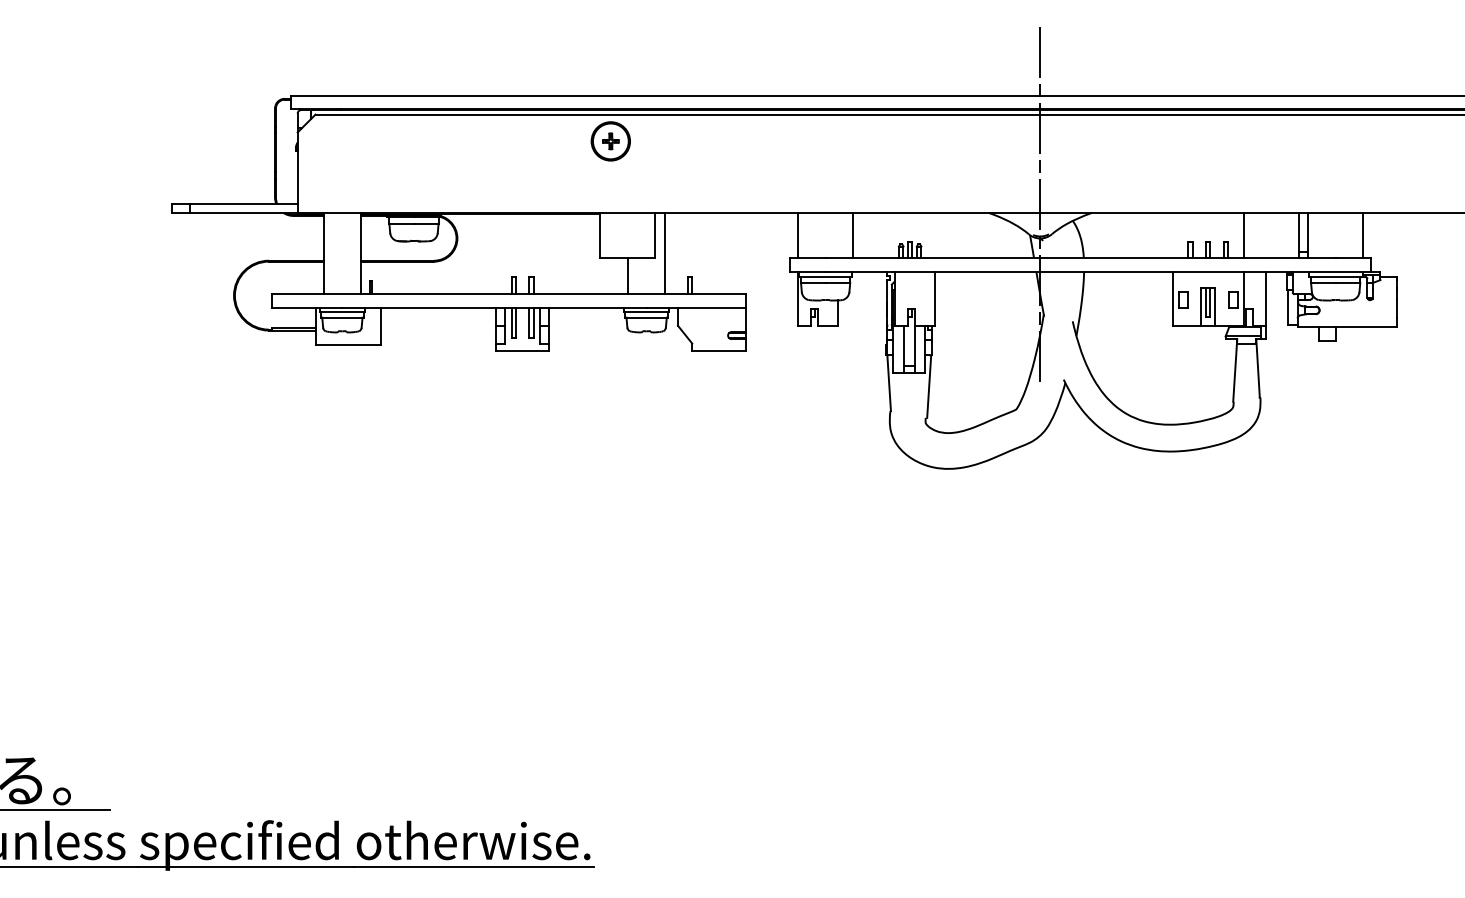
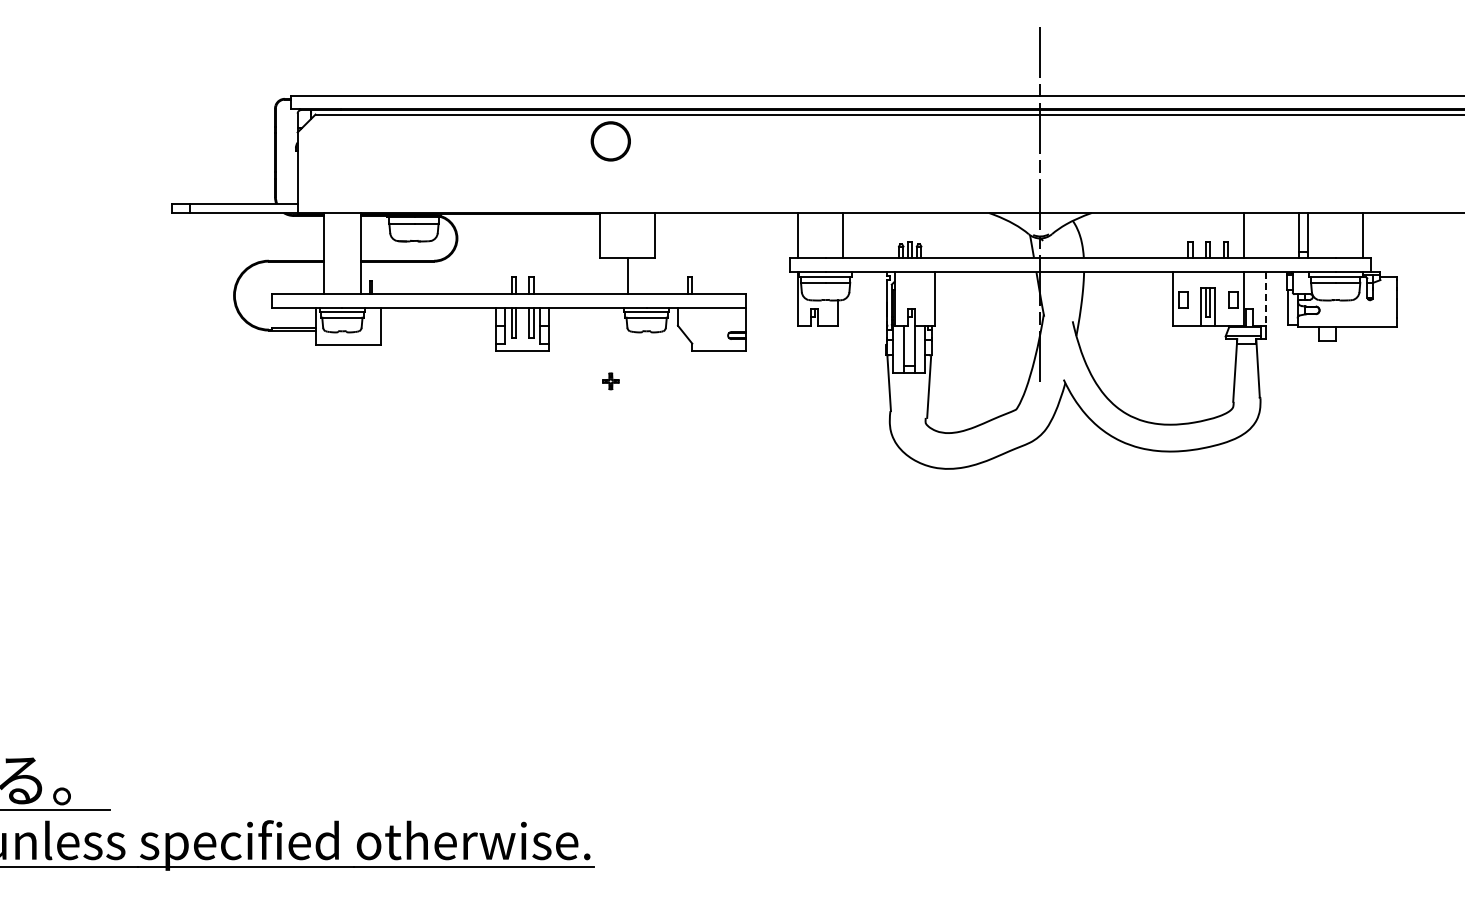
part at (610, 141) position: (610, 141) -> (610, 381)
line at (853, 235) position: (853, 235) -> (843, 235)
line at (665, 253): present -> none
line at (1265, 298): solid -> dashed
